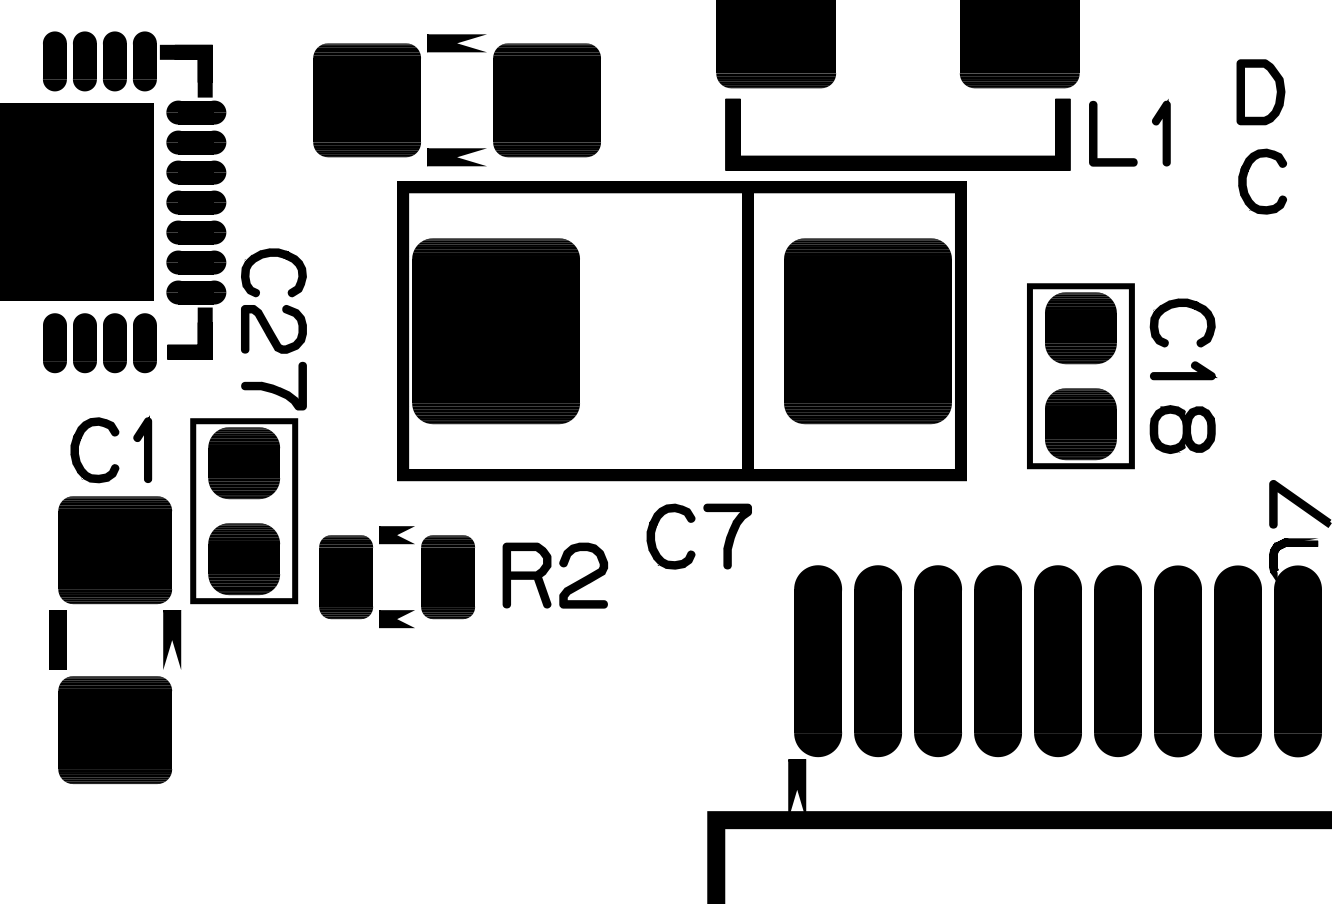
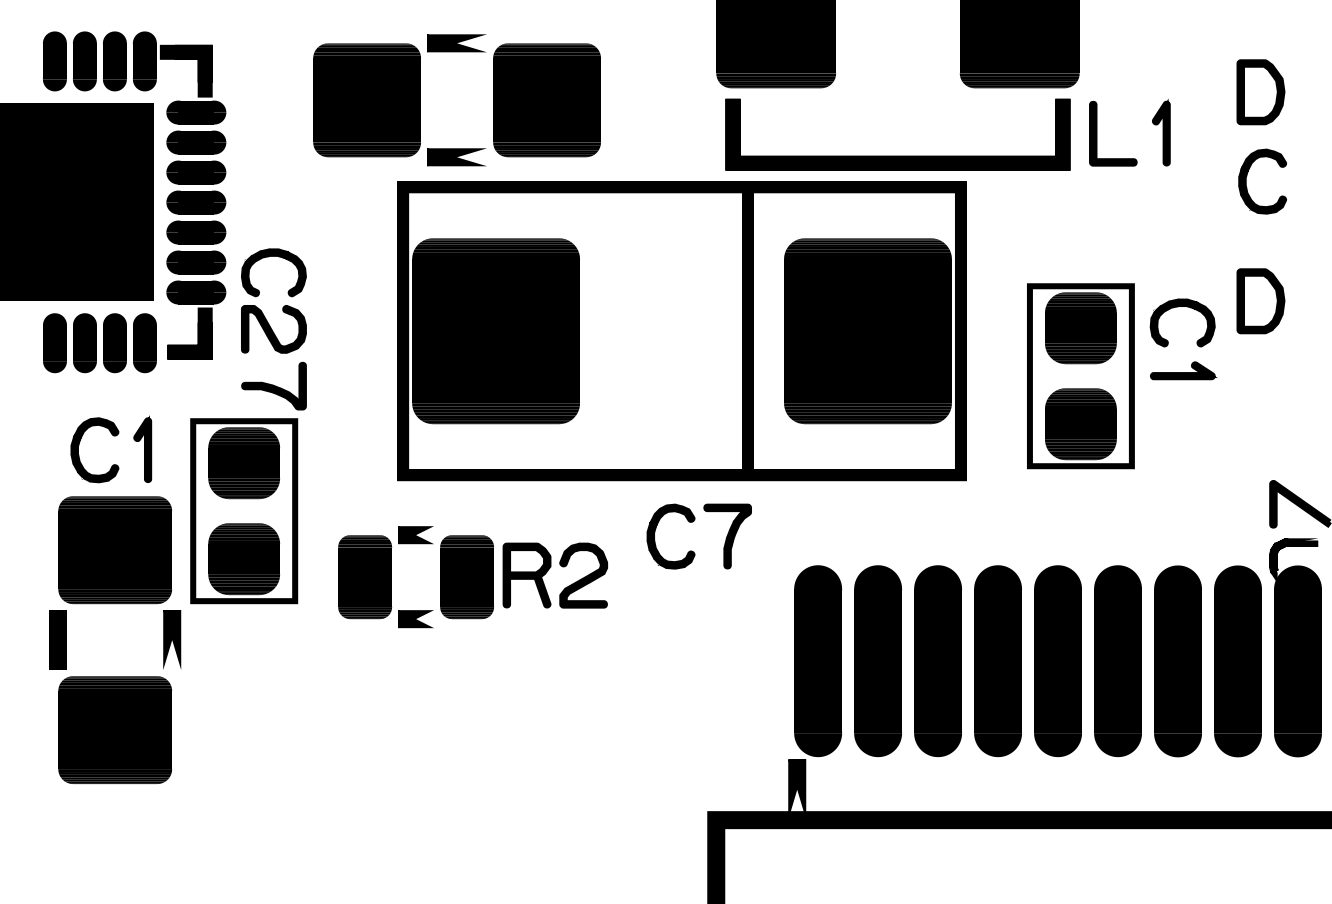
part at (1260, 301): none -> present
part at (1182, 429): present -> none
part at (372, 577) position: (372, 577) -> (391, 577)
